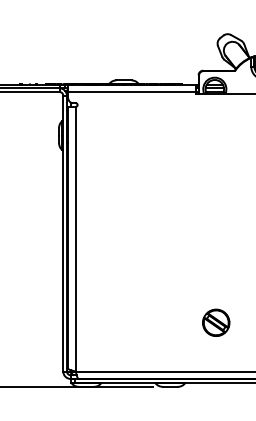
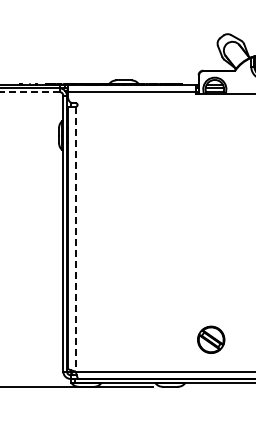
line at (29, 92): solid -> dashed
line at (75, 239): solid -> dashed
part at (216, 322) position: (216, 322) -> (211, 339)
